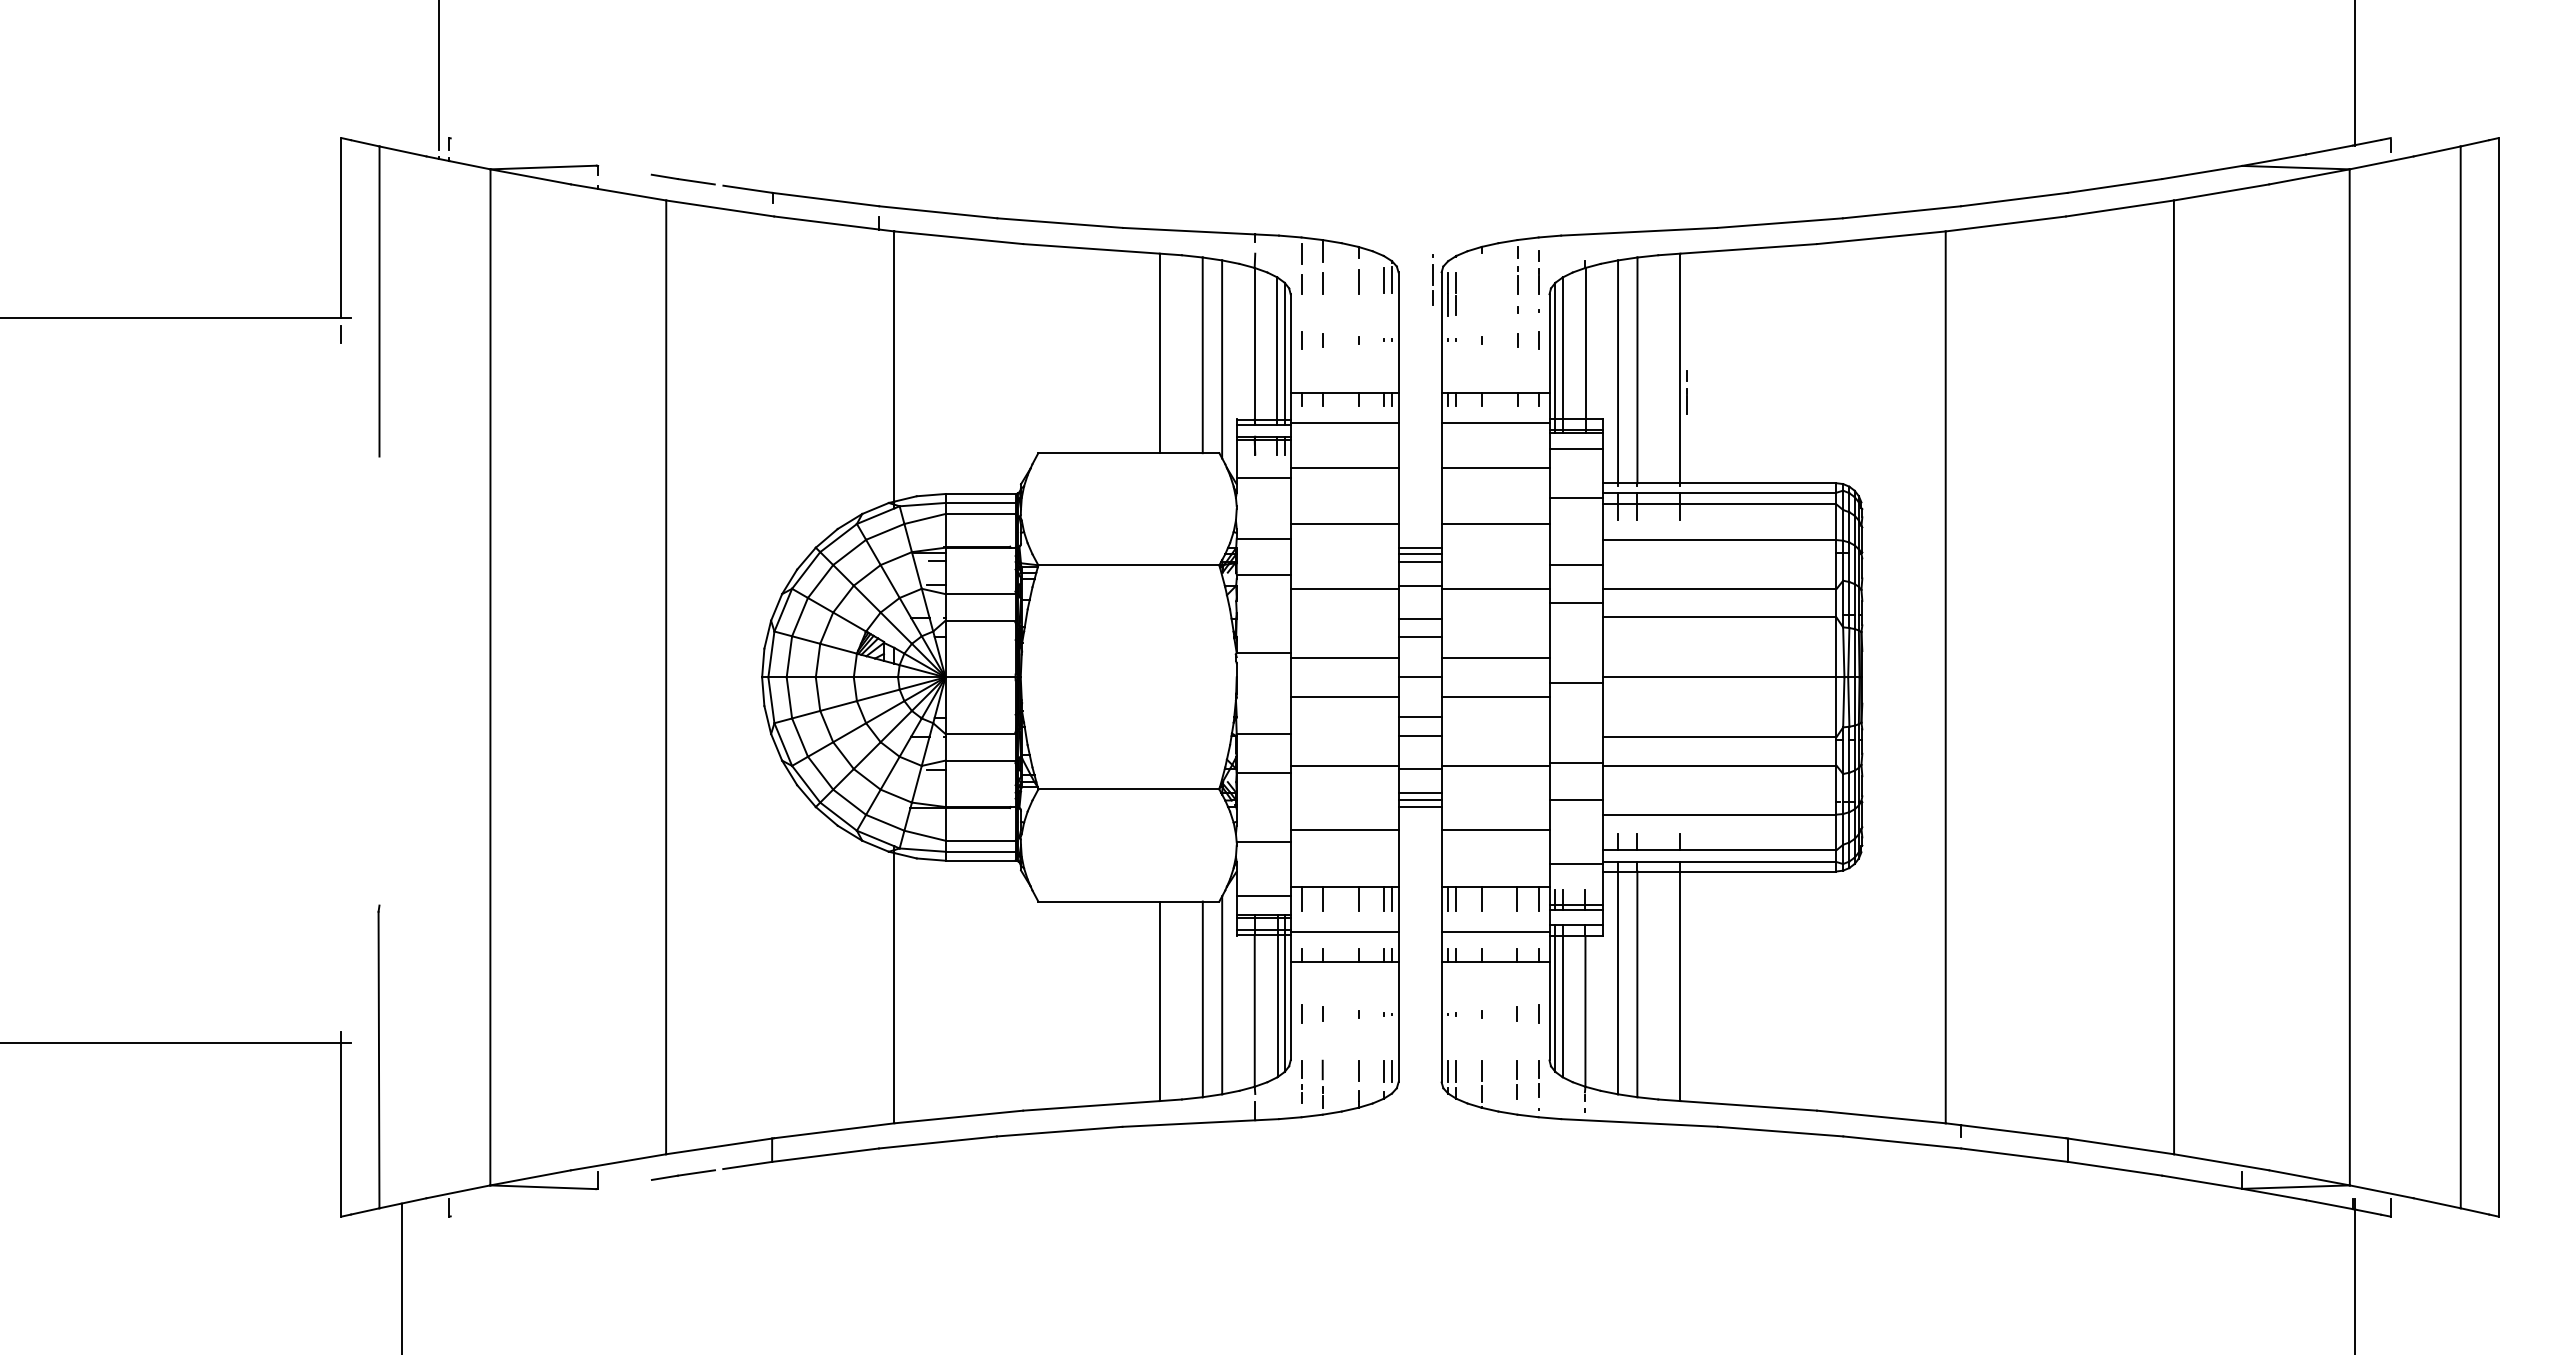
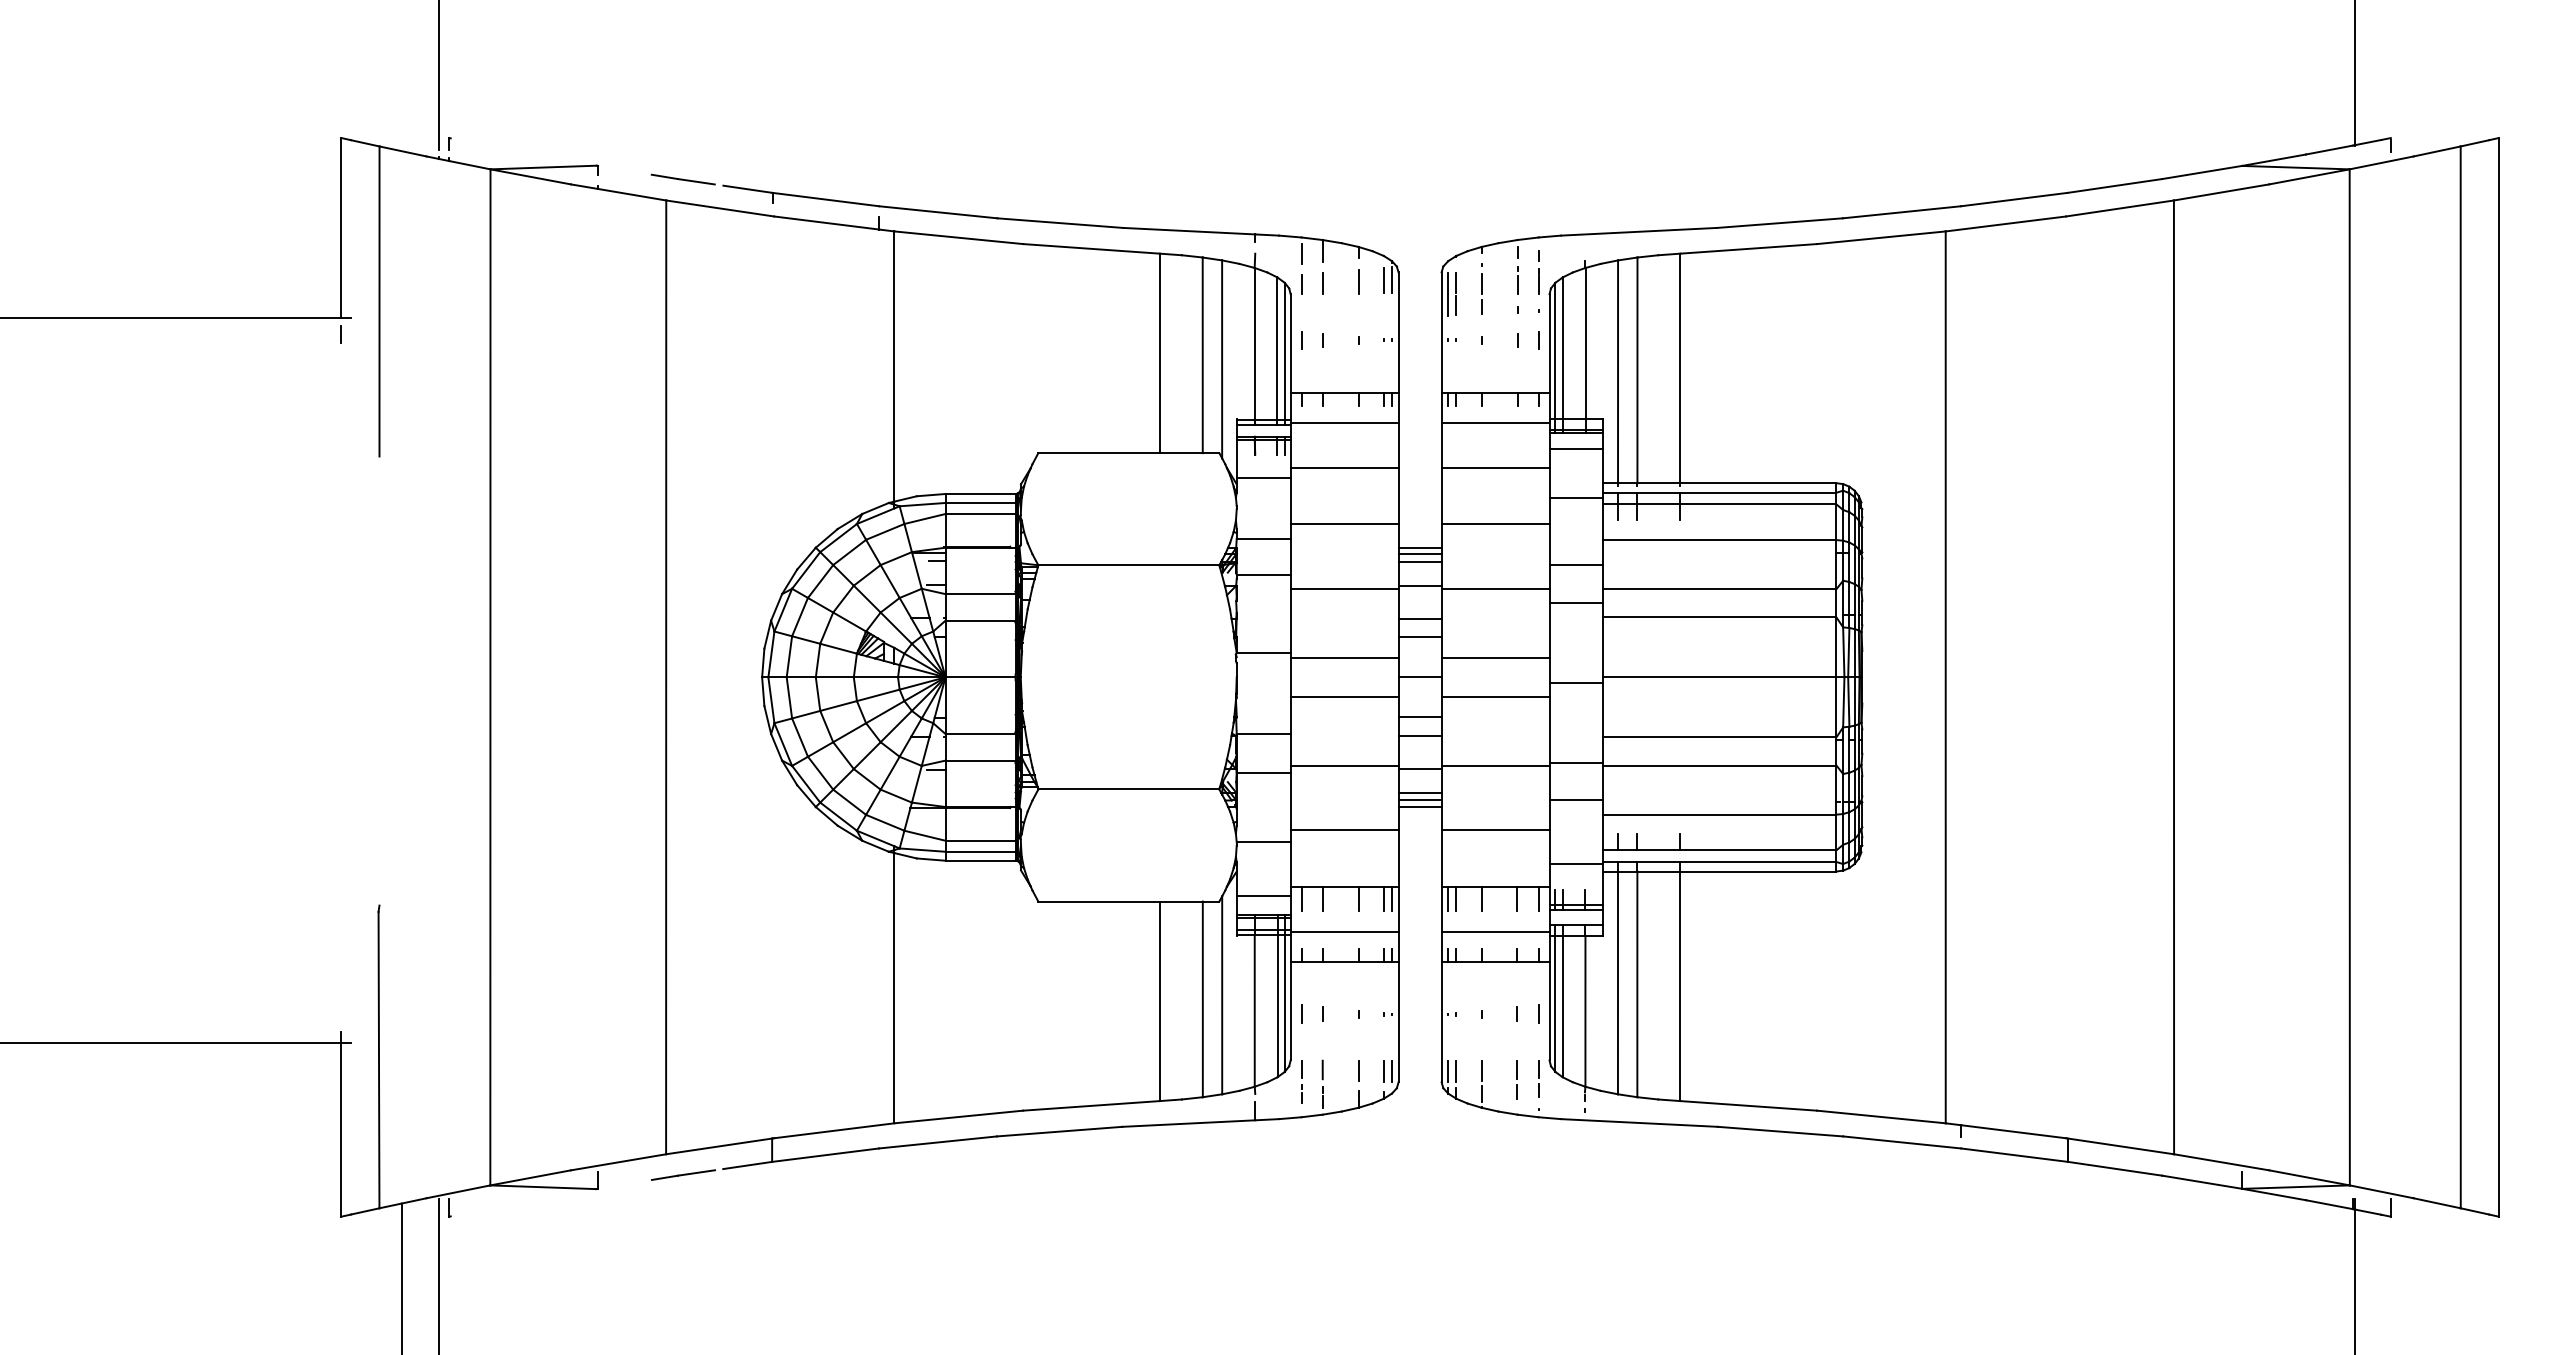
line at (1432, 279) position: (1432, 279) -> (1481, 288)
line at (1686, 392): present -> none
line at (438, 1274): none -> present
